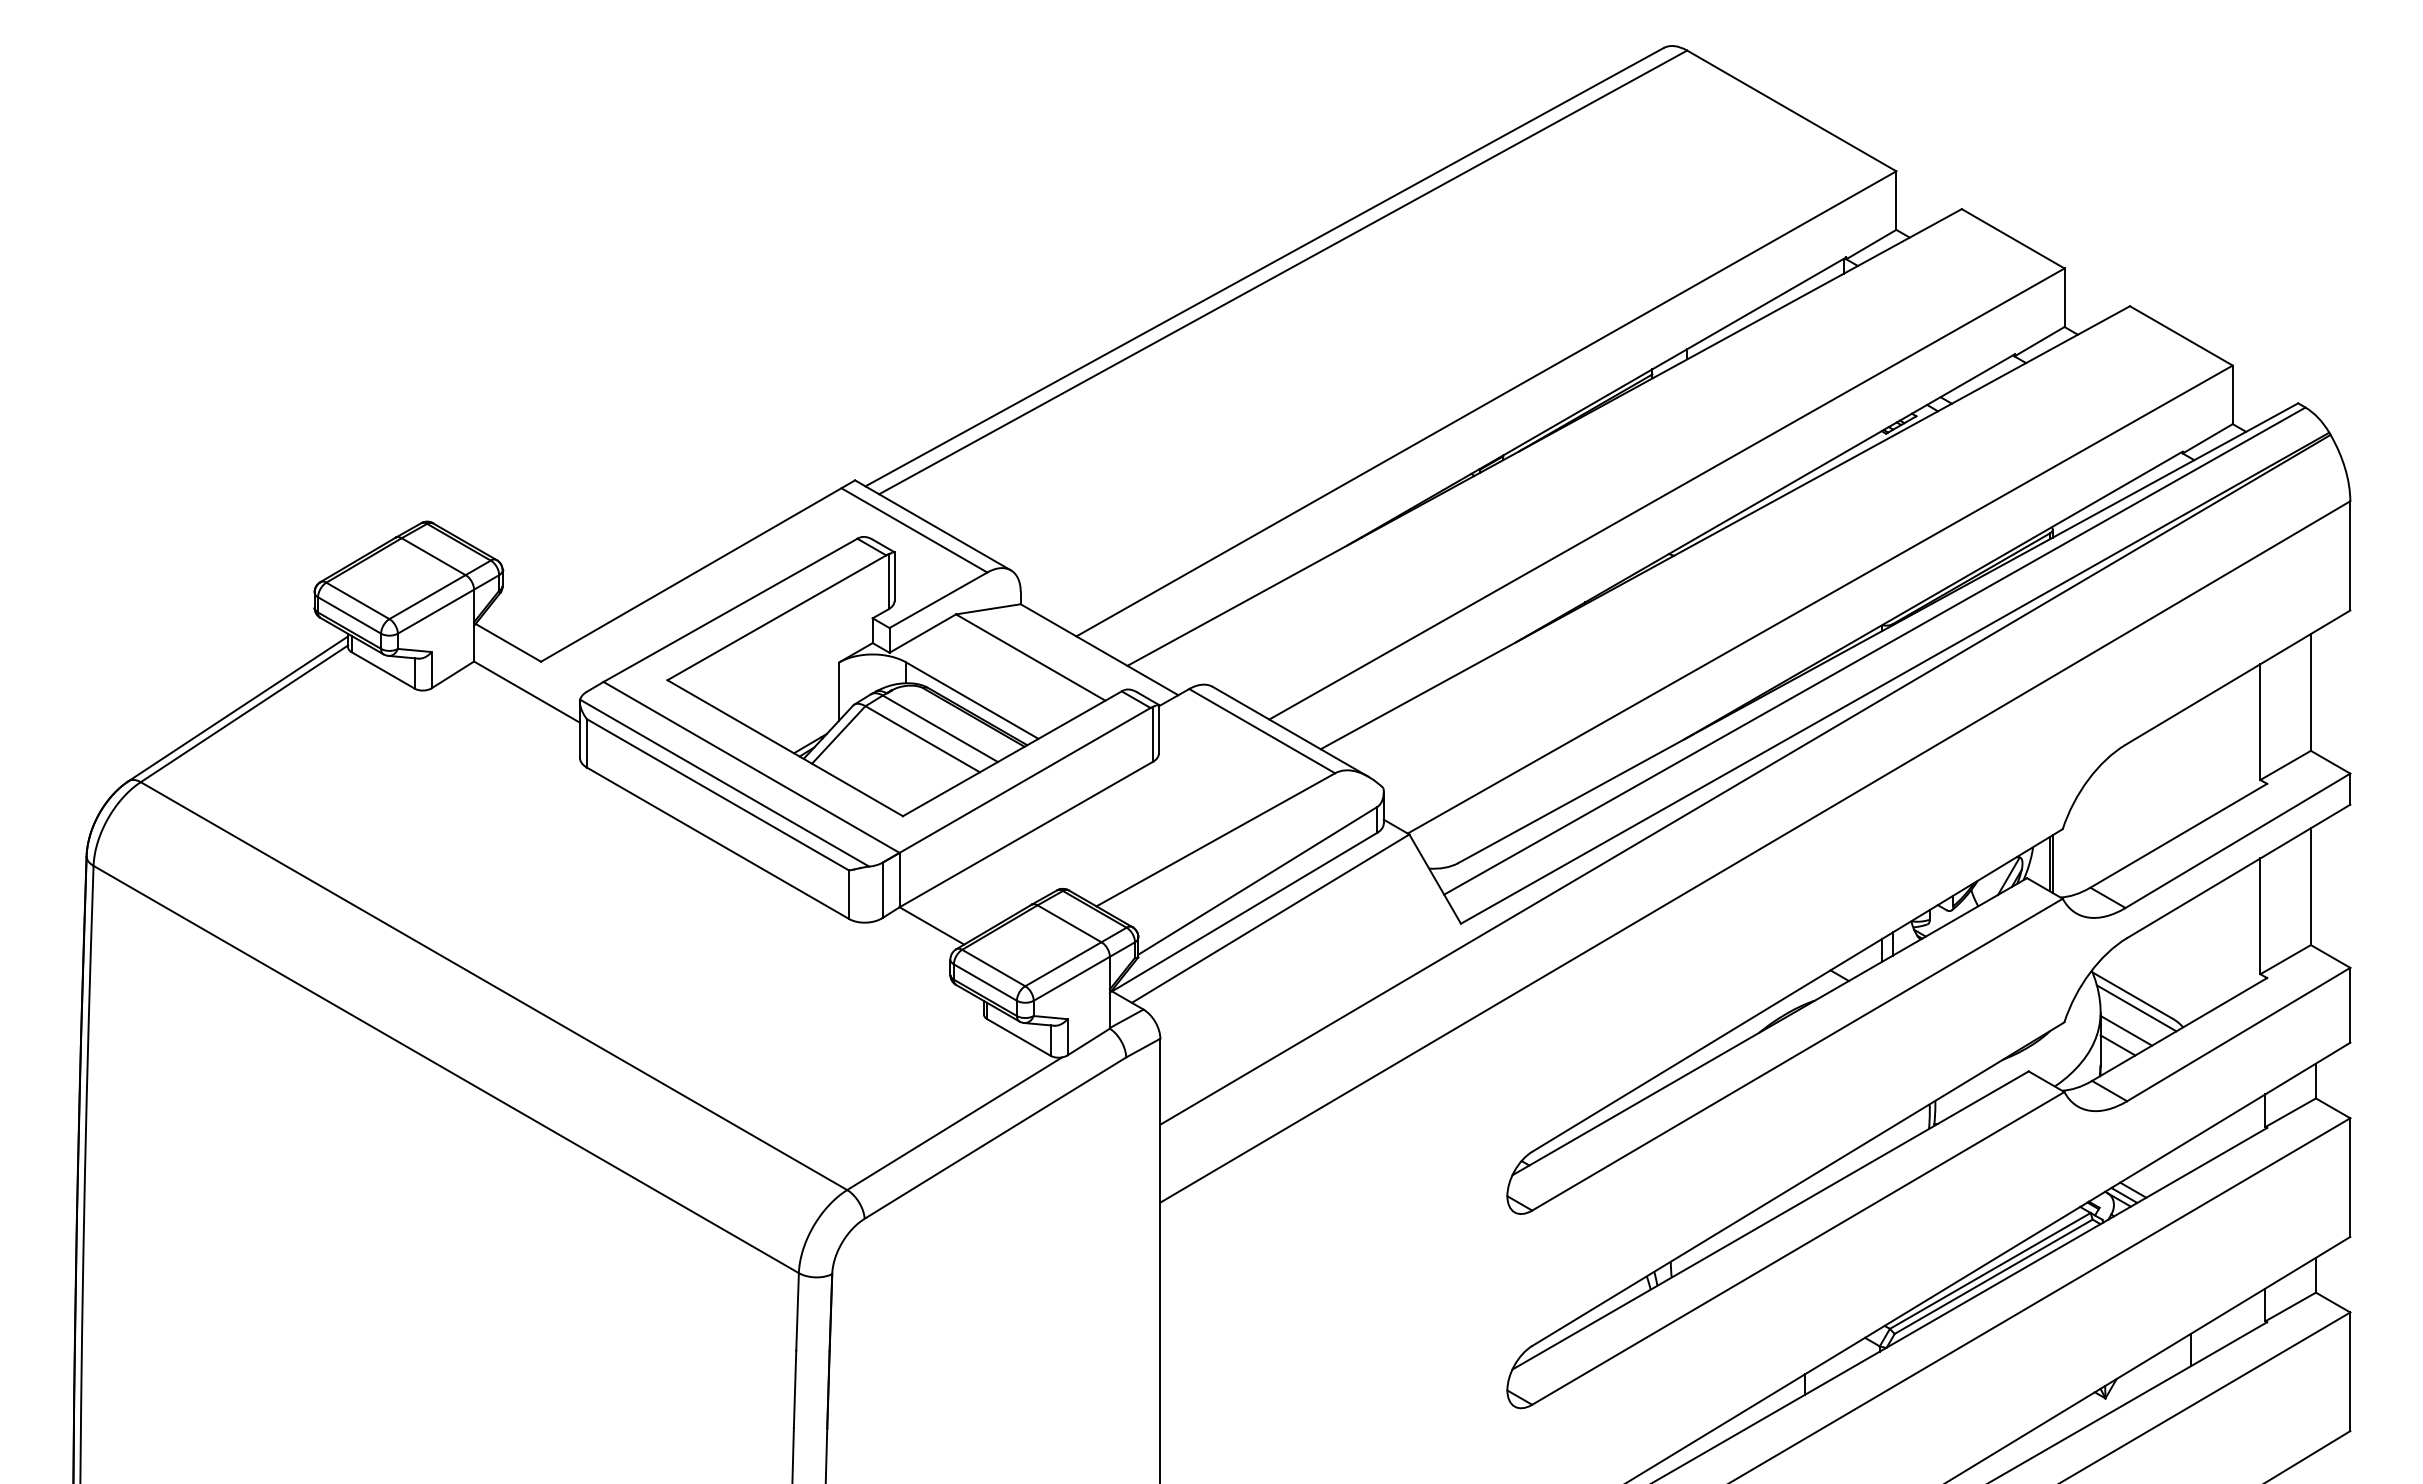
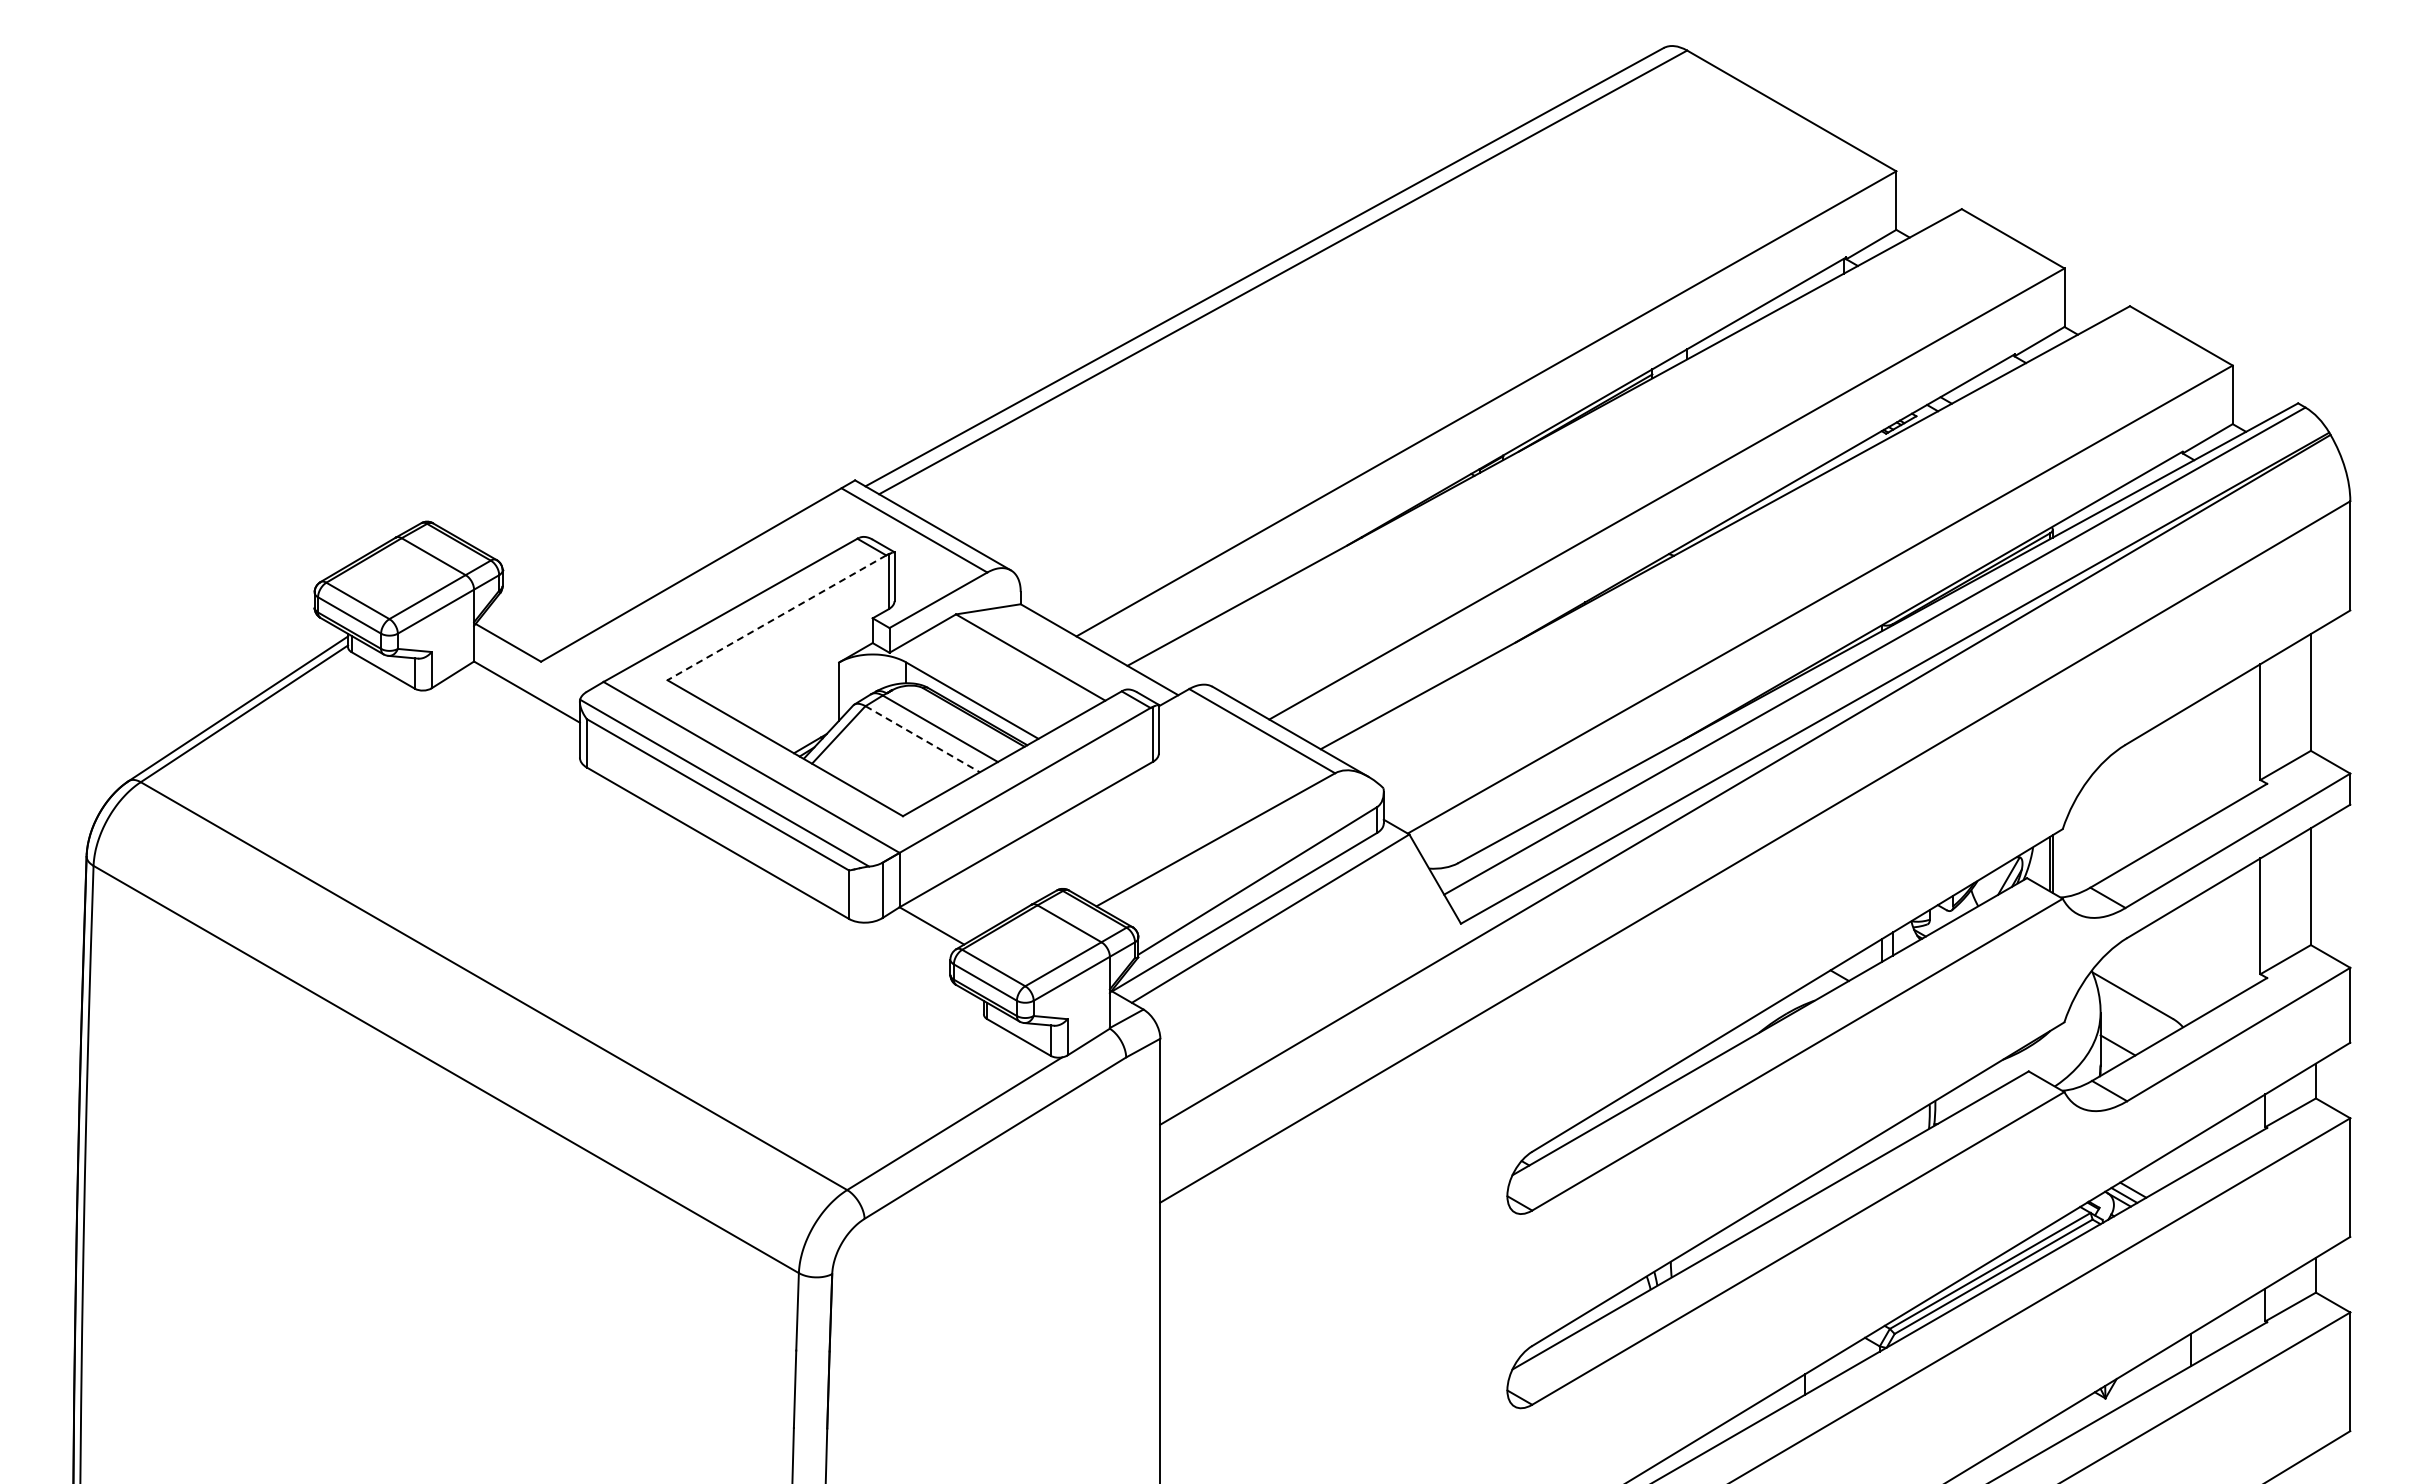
line at (776, 617): solid -> dashed
line at (923, 739): solid -> dashed
line at (2136, 1008): present -> none
line at (2126, 1030): present -> none
